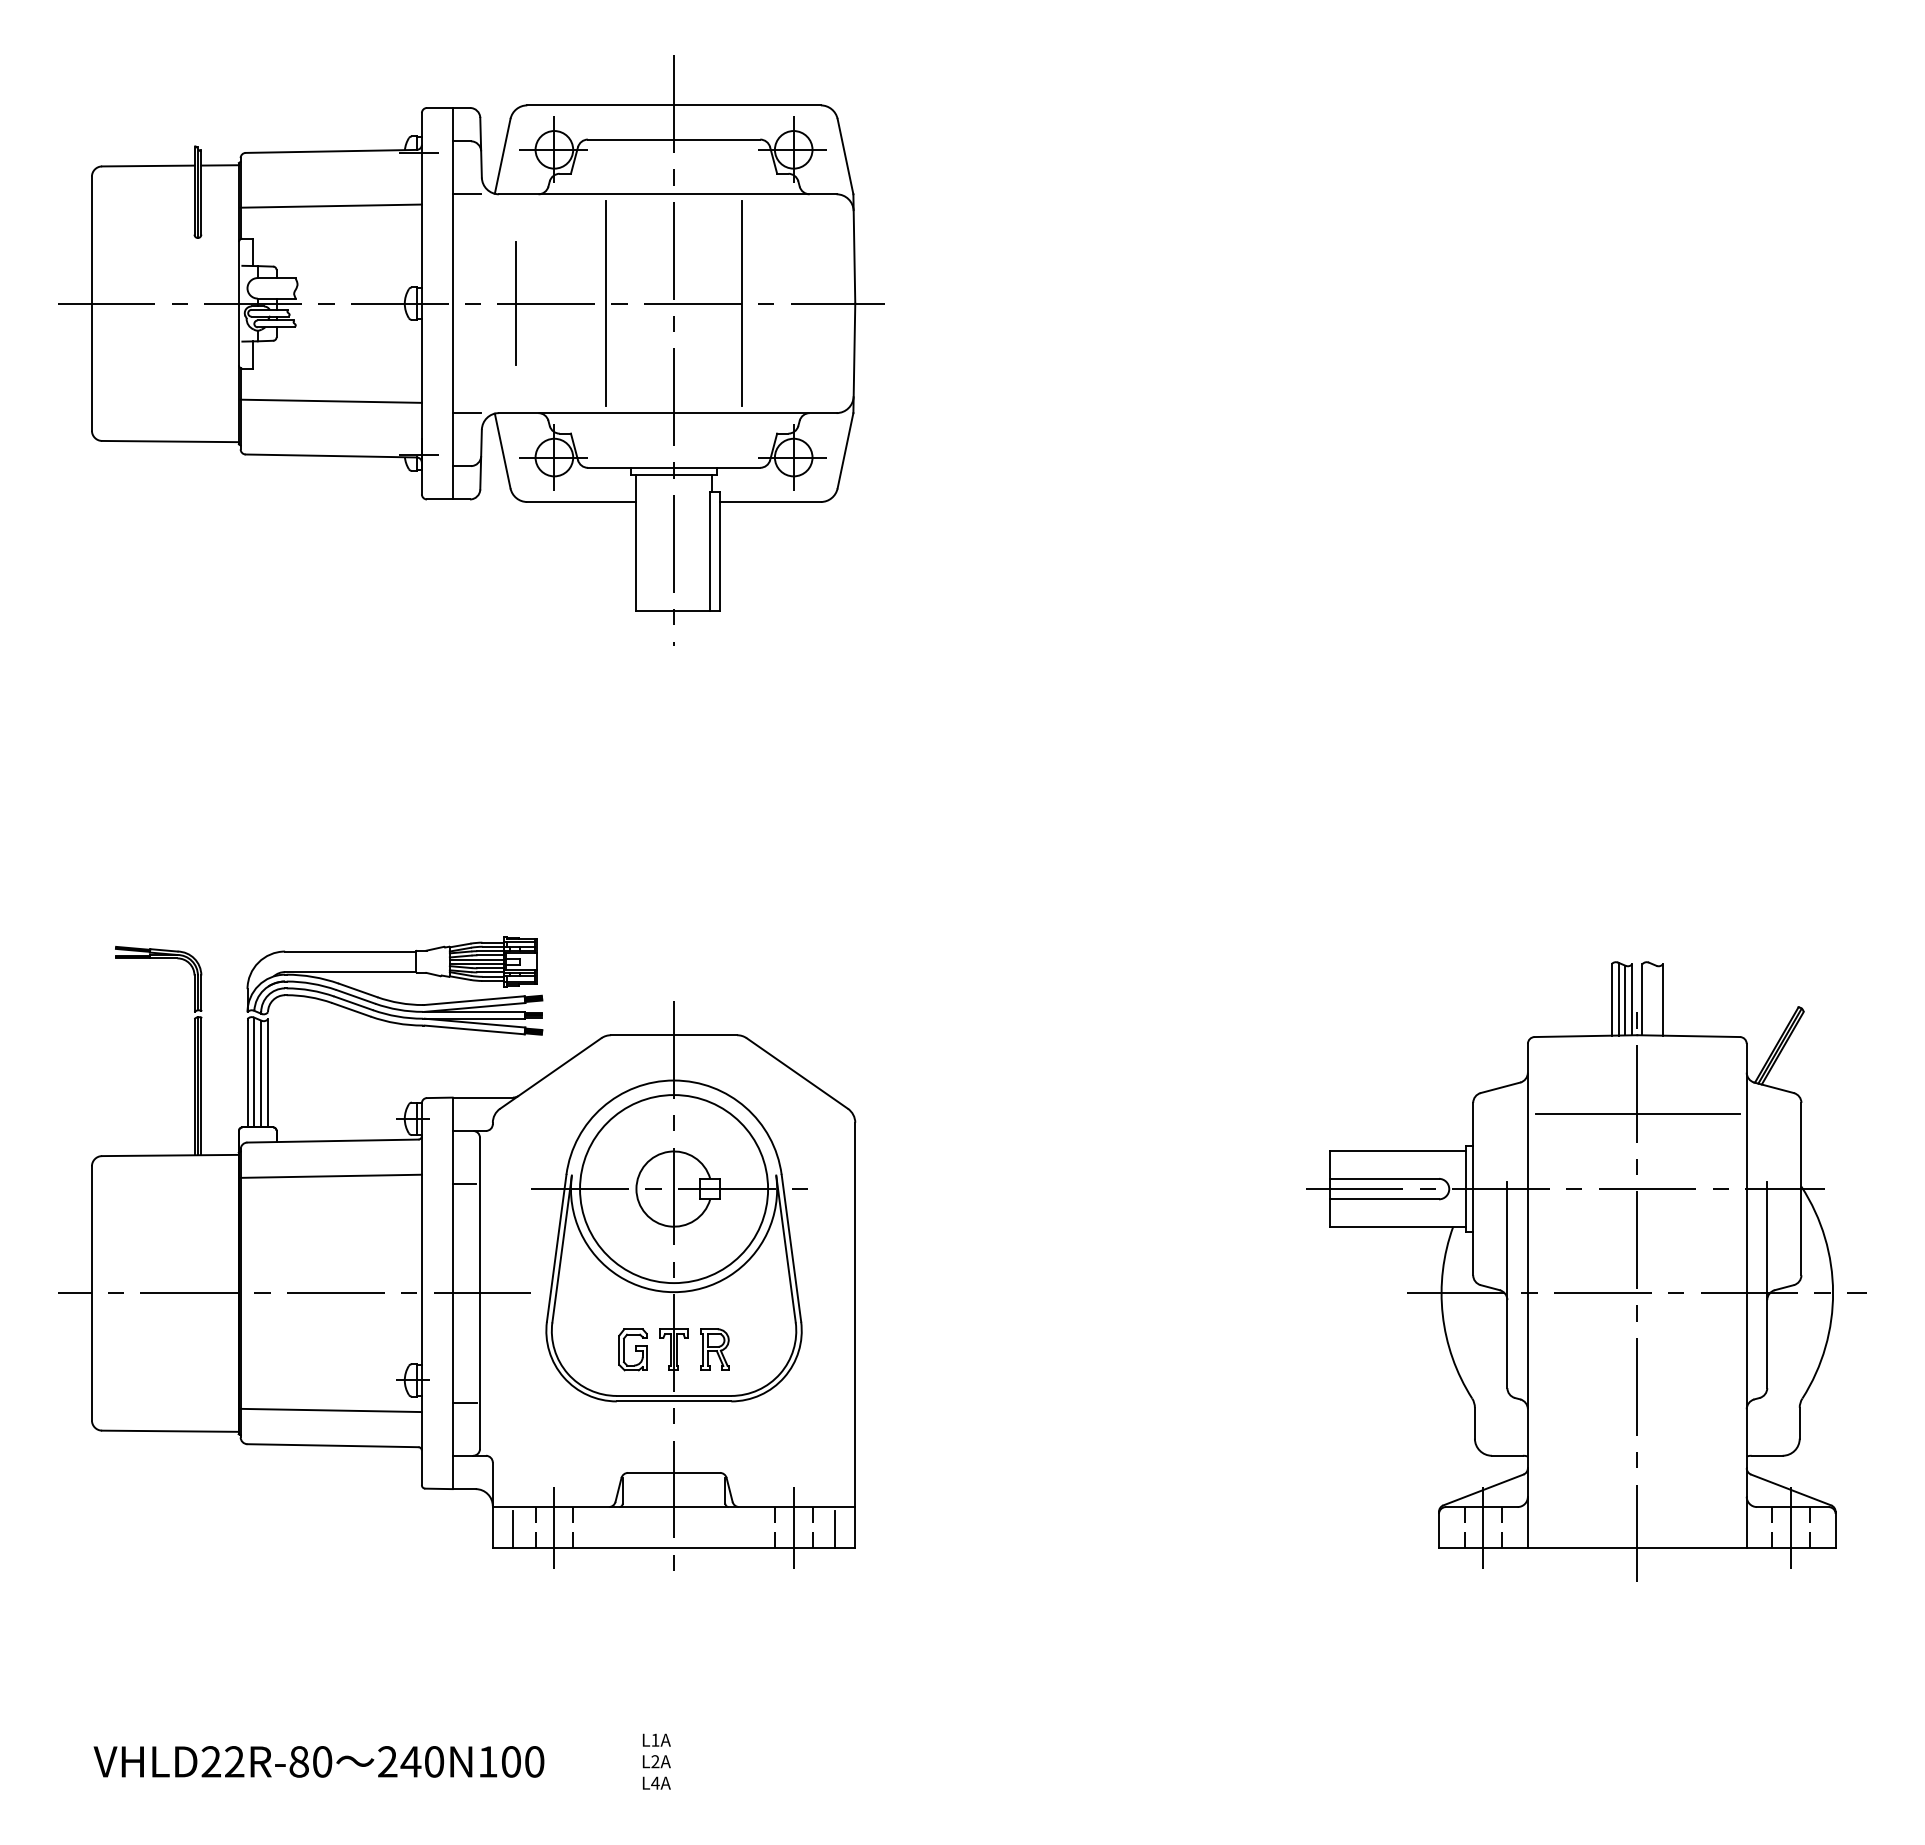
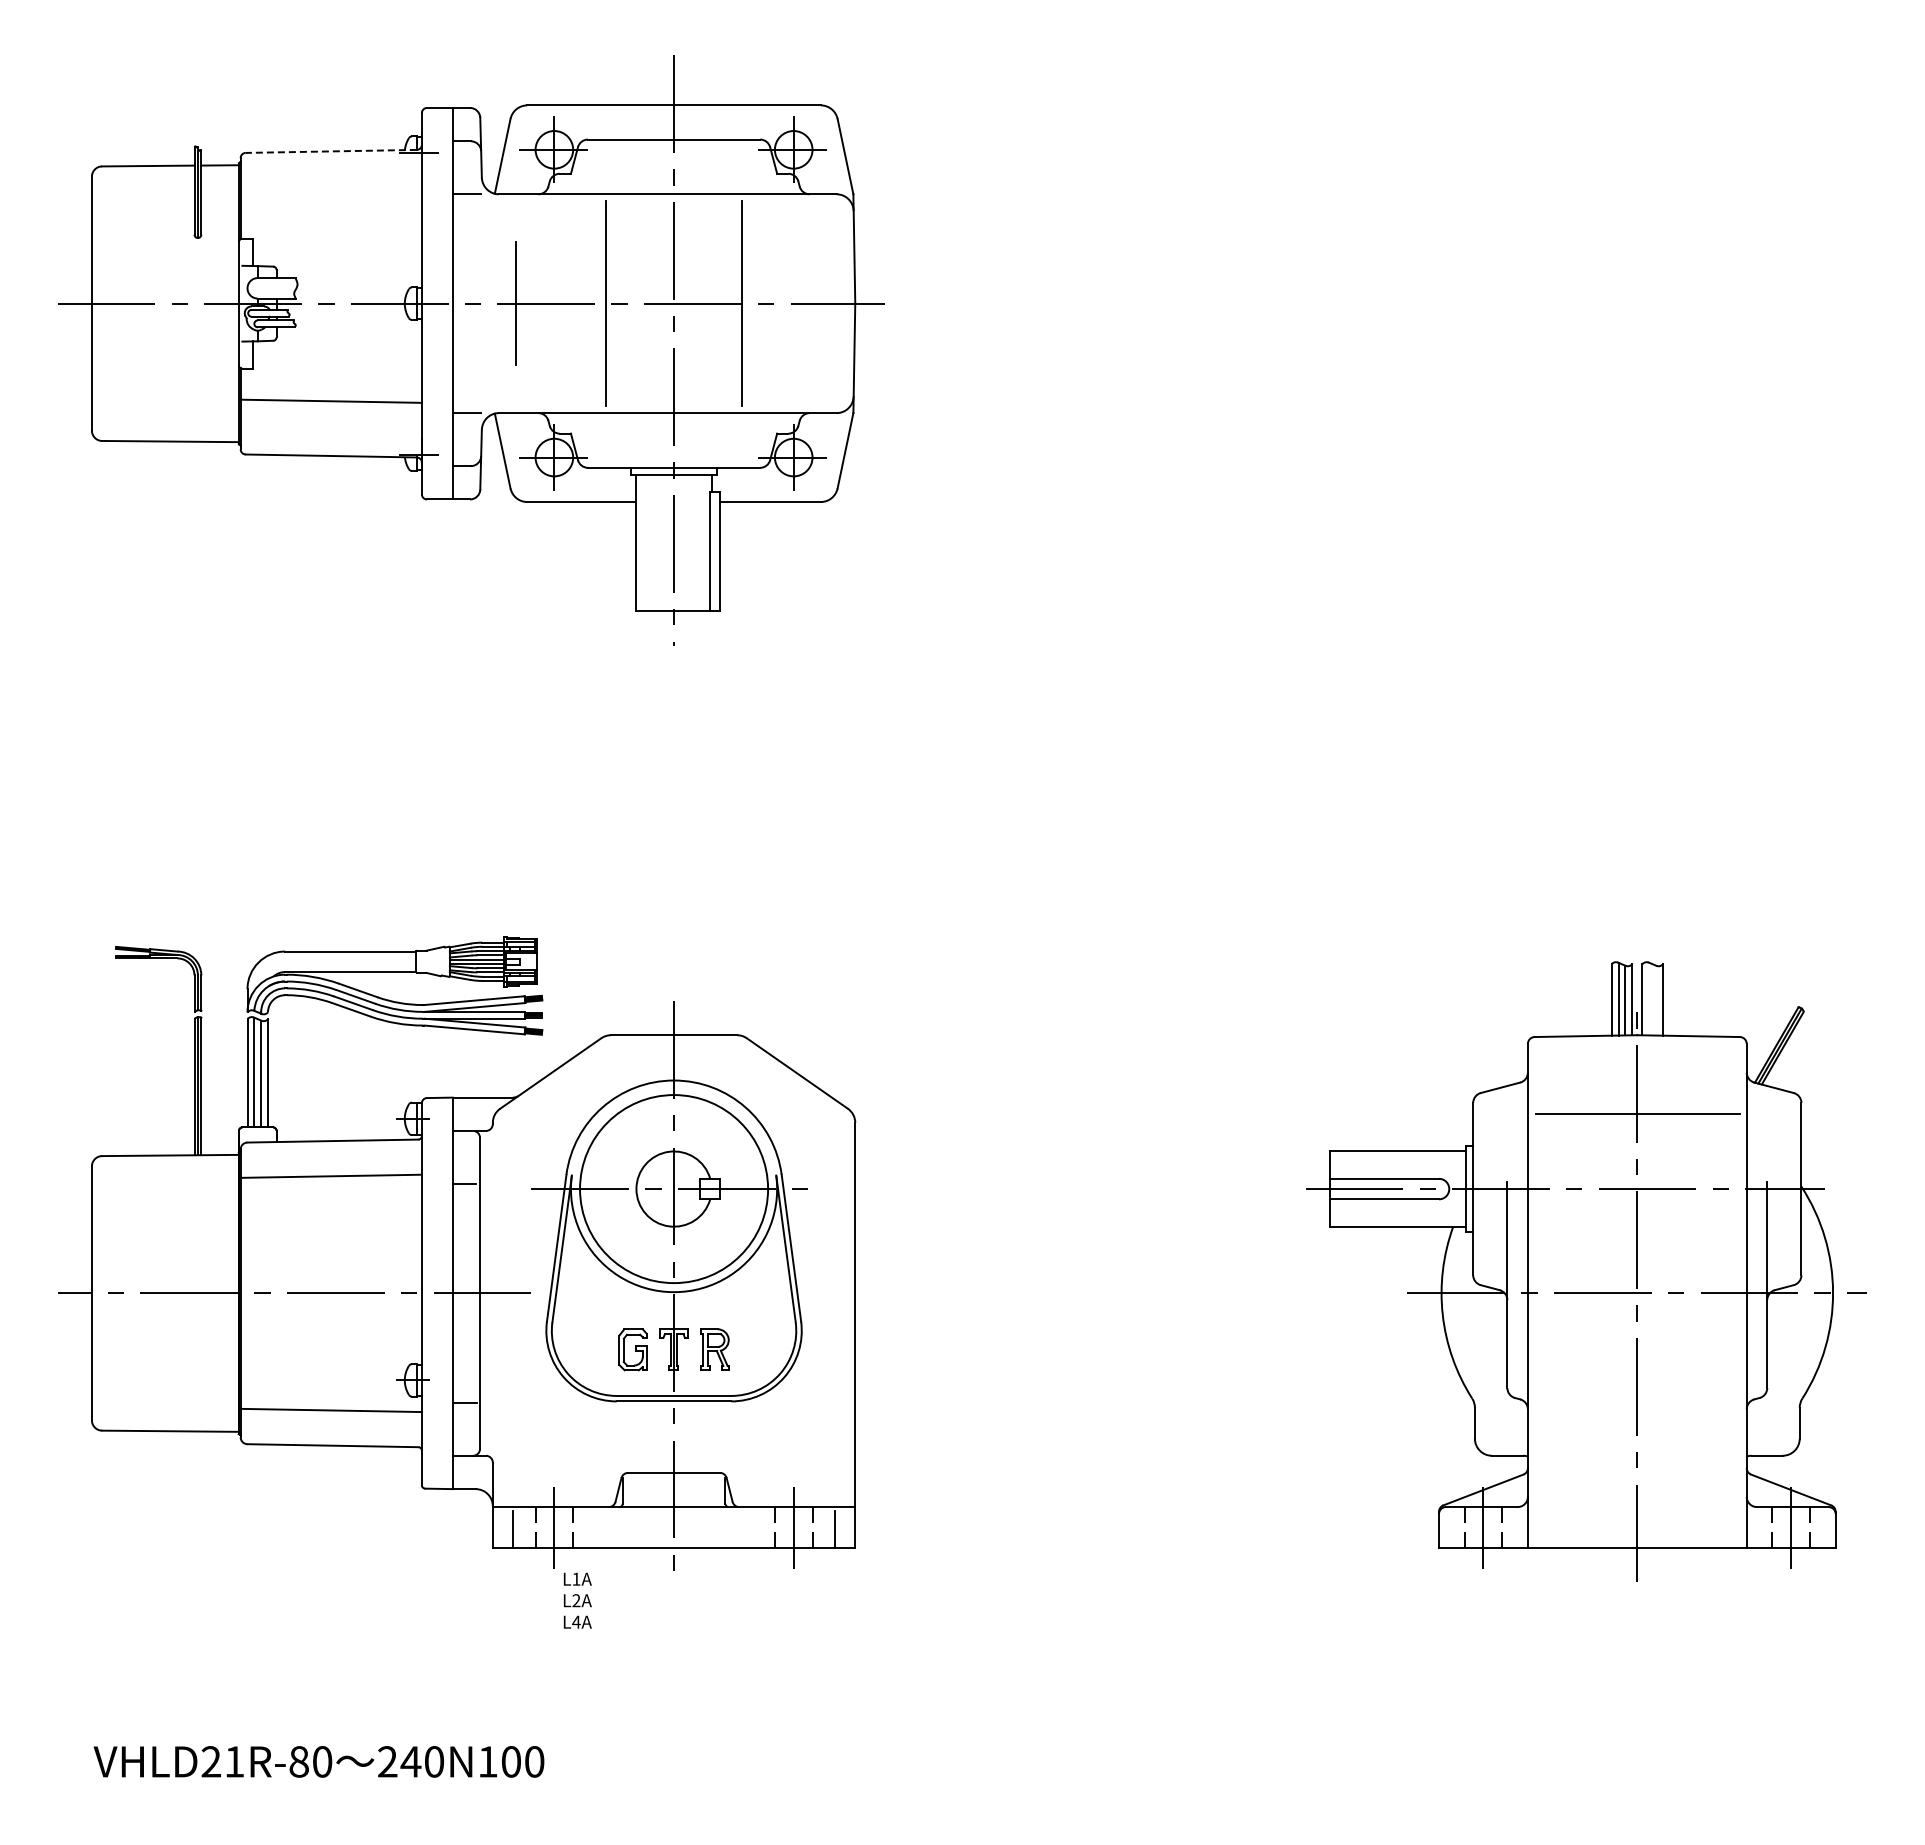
line at (331, 151): solid -> dashed
line at (330, 205): present -> none
text at (234, 1761): VHLD22R-80 -> VHLD21R-80
text at (656, 1761) position: (656, 1761) -> (577, 1600)
